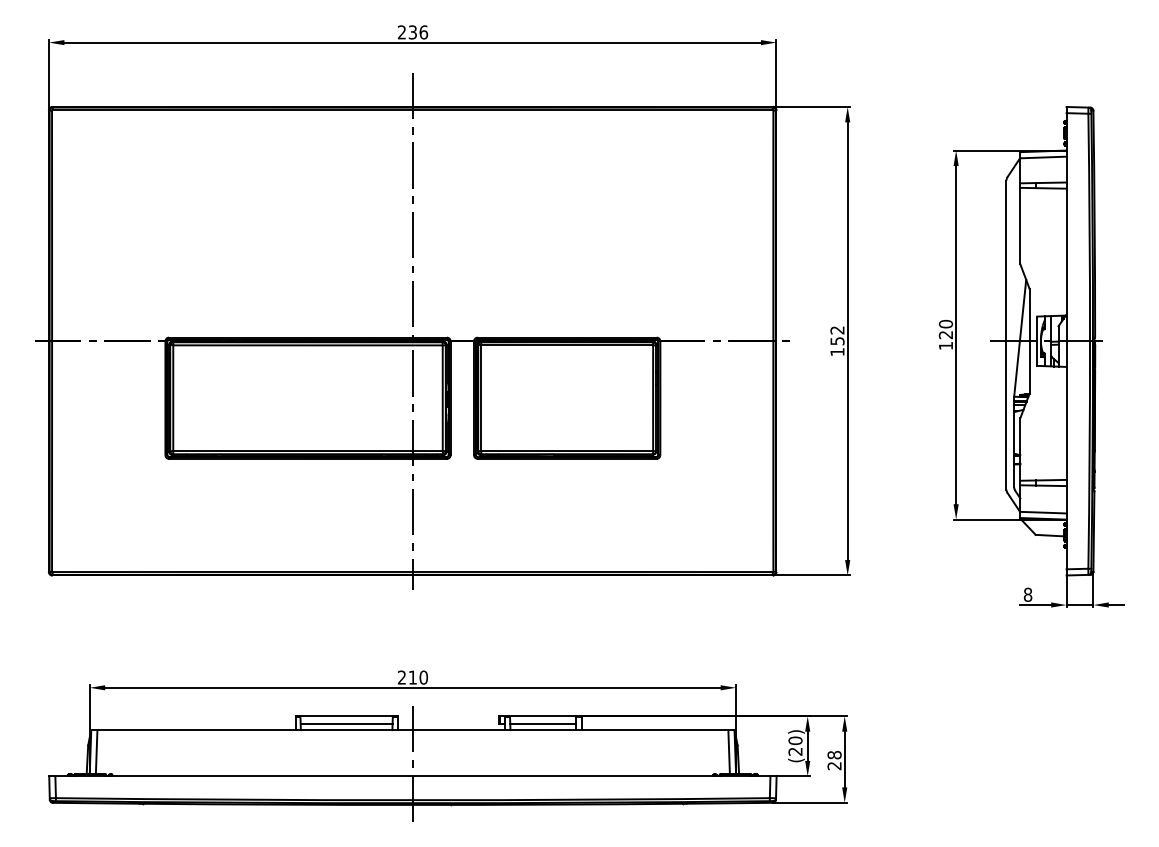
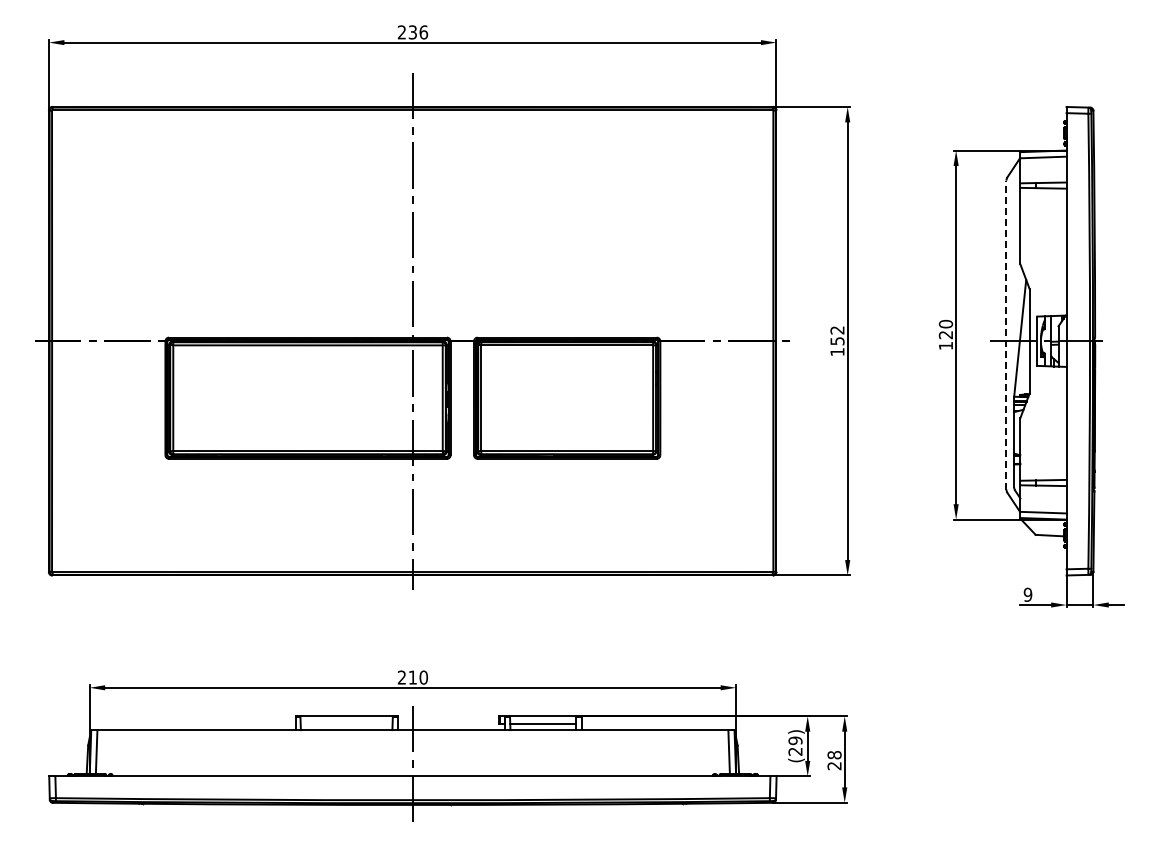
line at (1006, 334): solid -> dashed
text at (1027, 594): 8 -> 9
line at (346, 724): present -> none
text at (795, 740): (20) -> (29)
